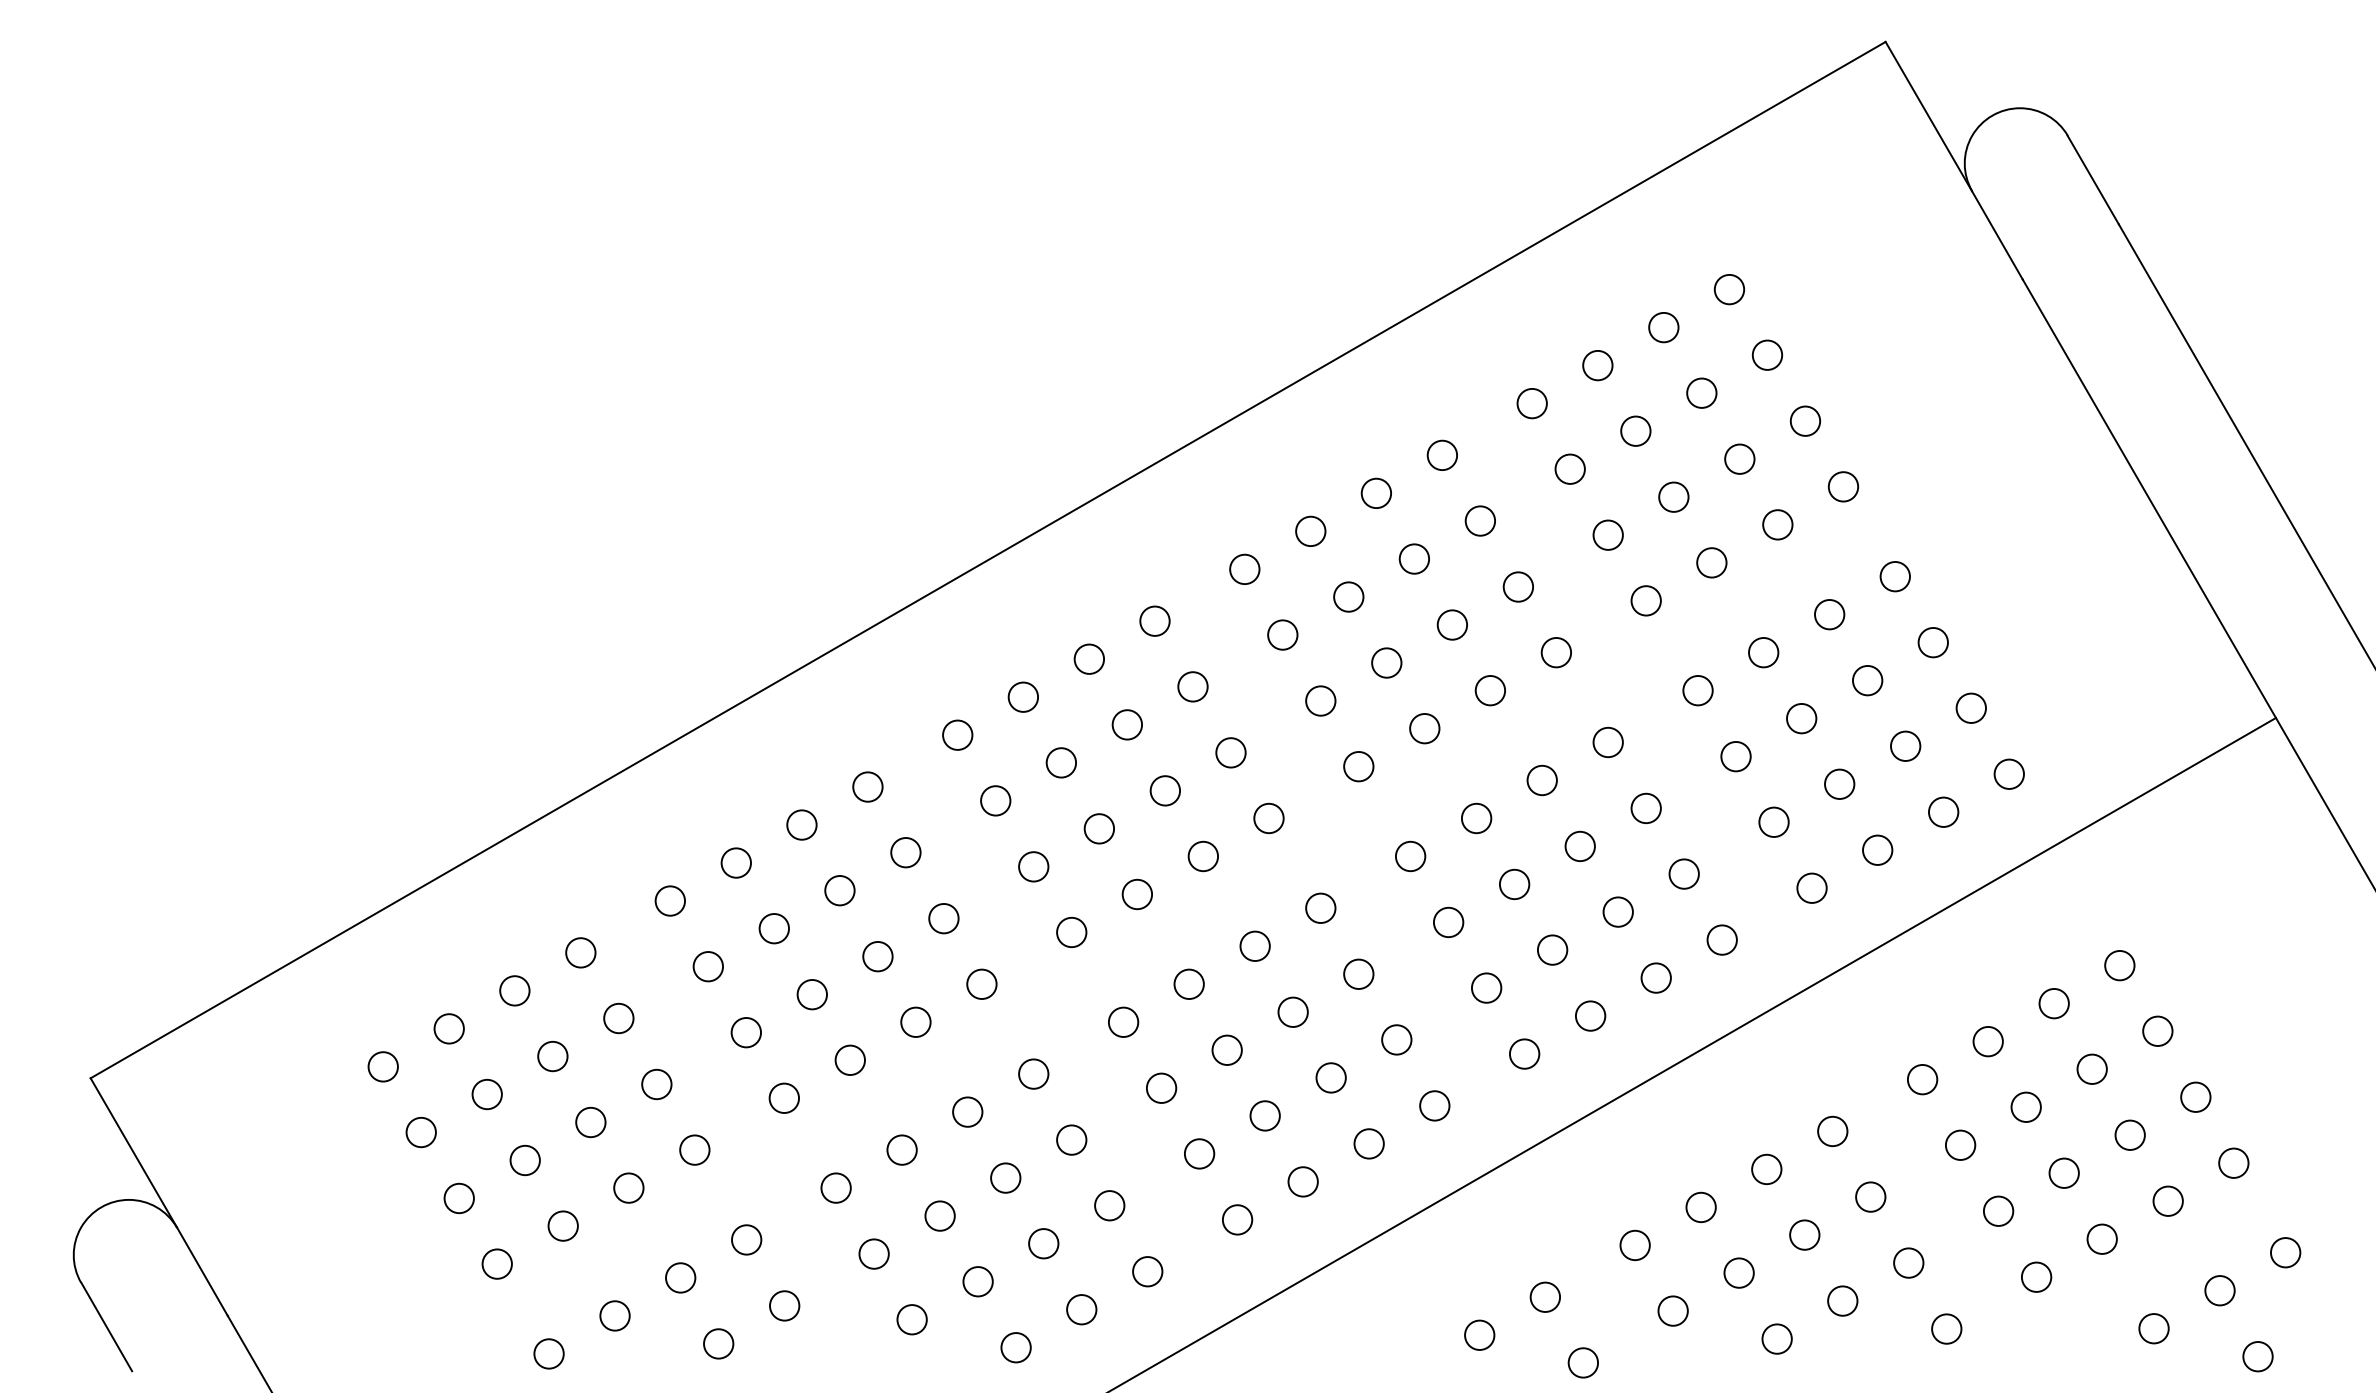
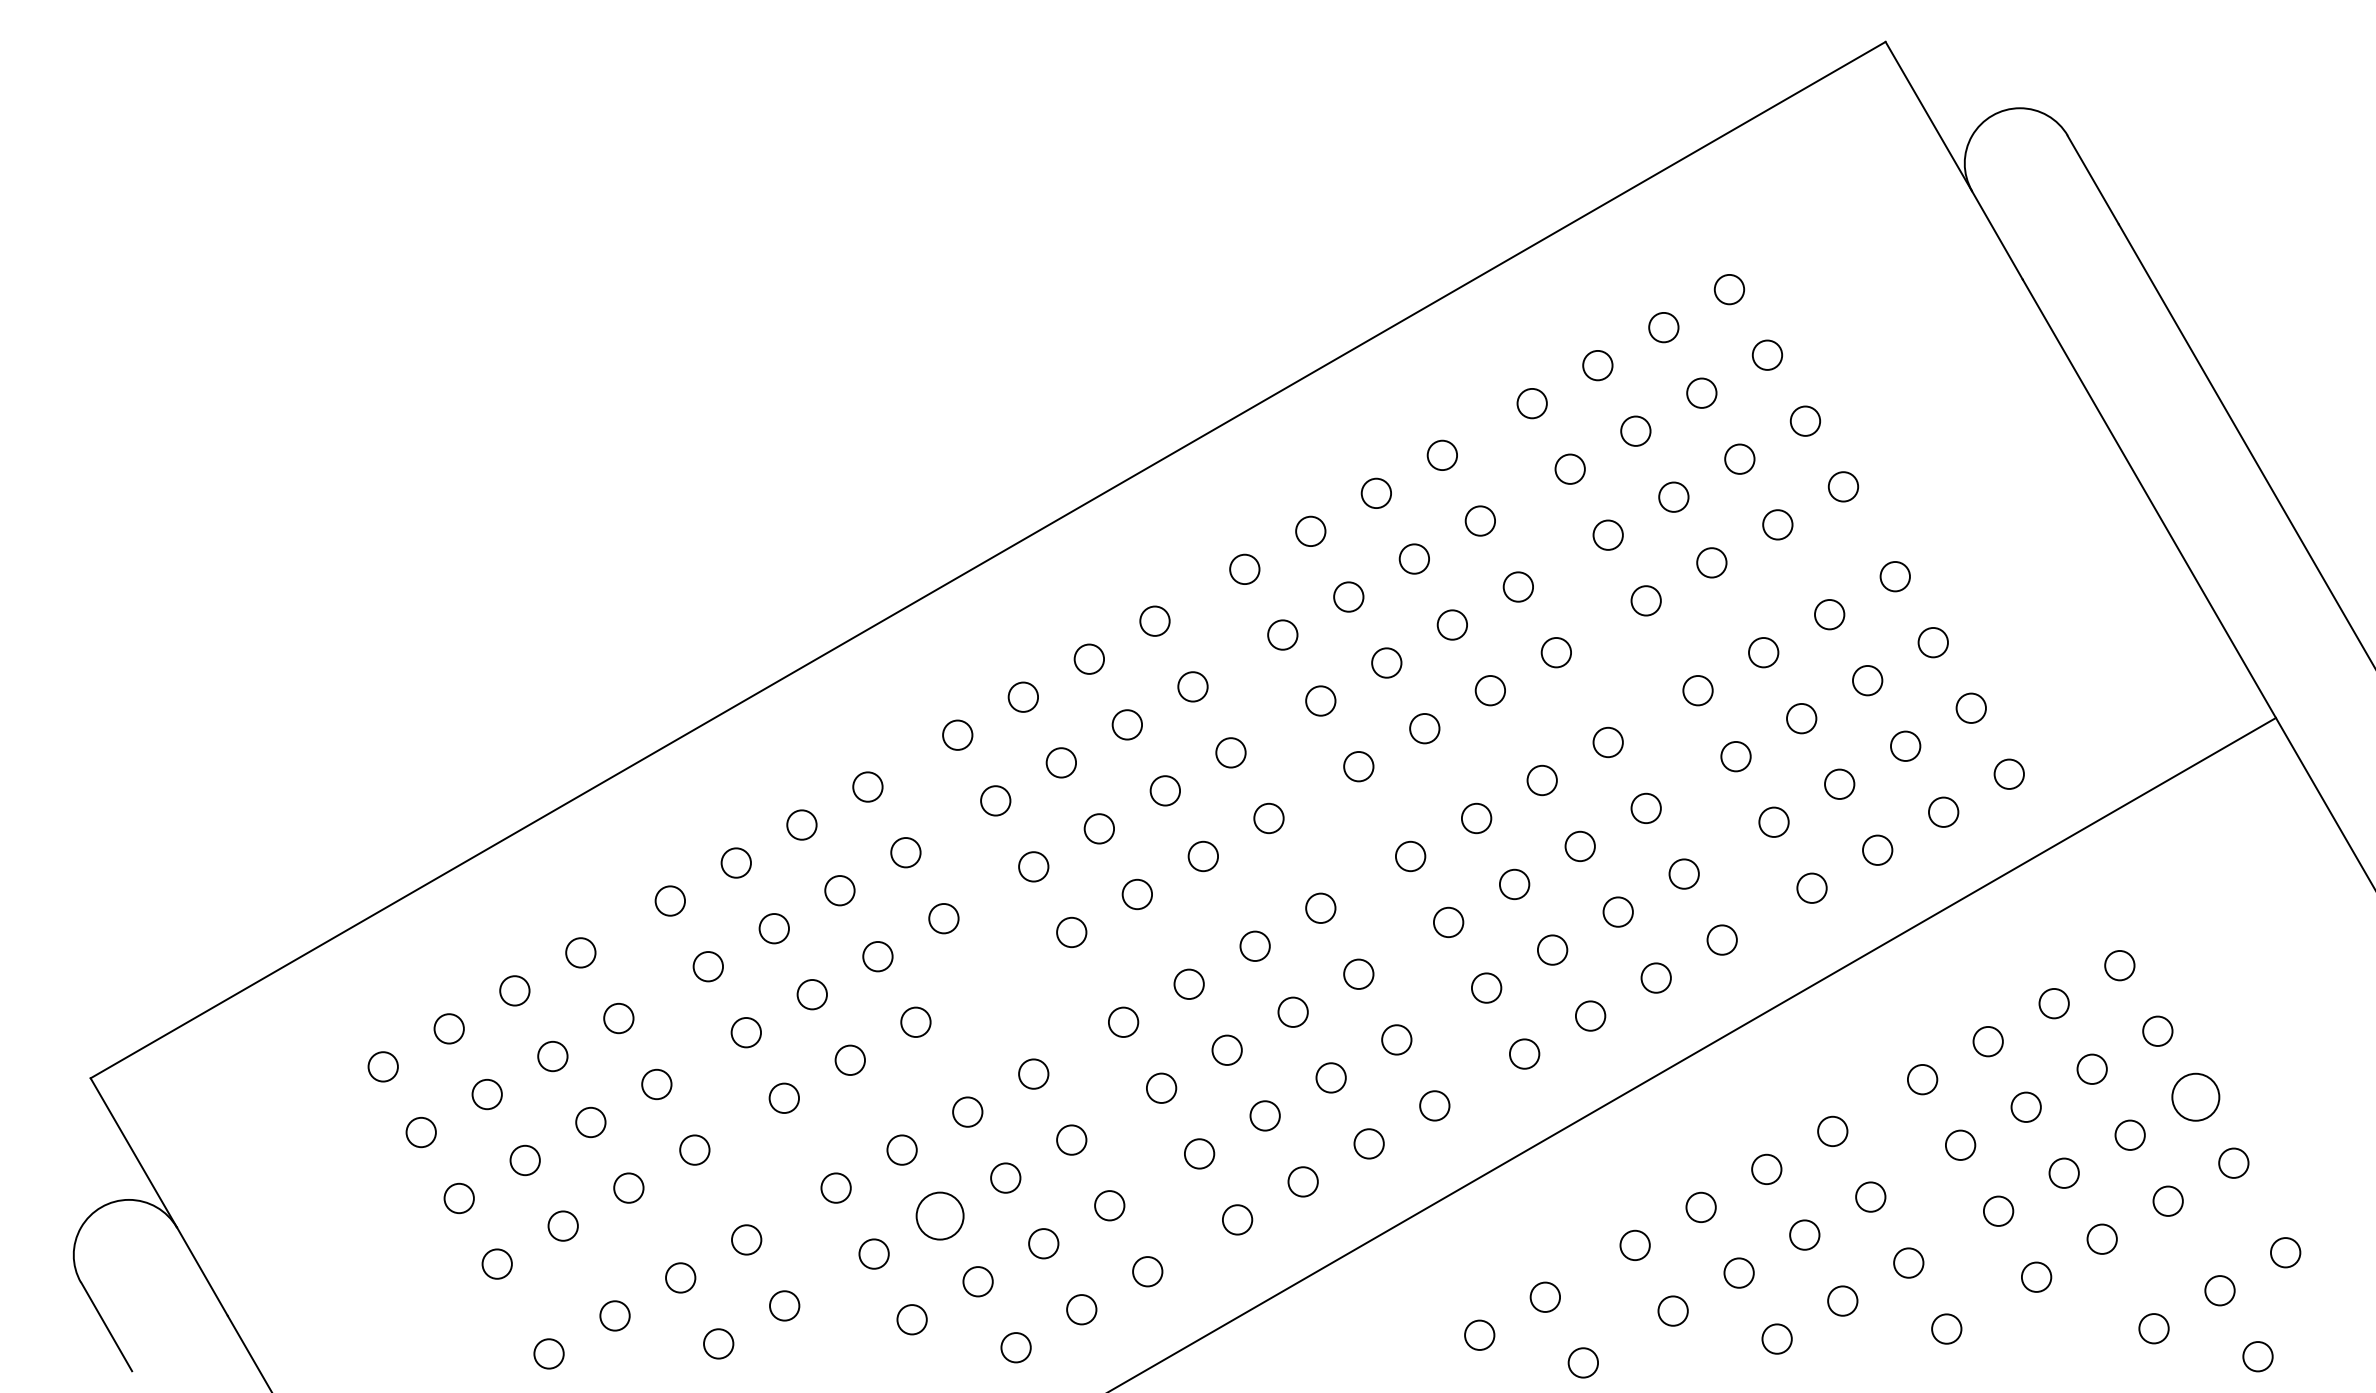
circle at (981, 983): present -> none
circle at (2195, 1096) diameter: 29 px -> 47 px
circle at (939, 1215) diameter: 29 px -> 47 px
